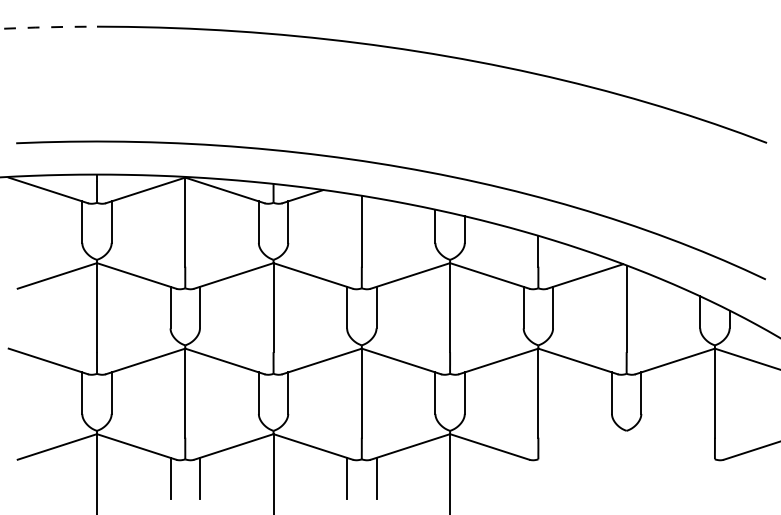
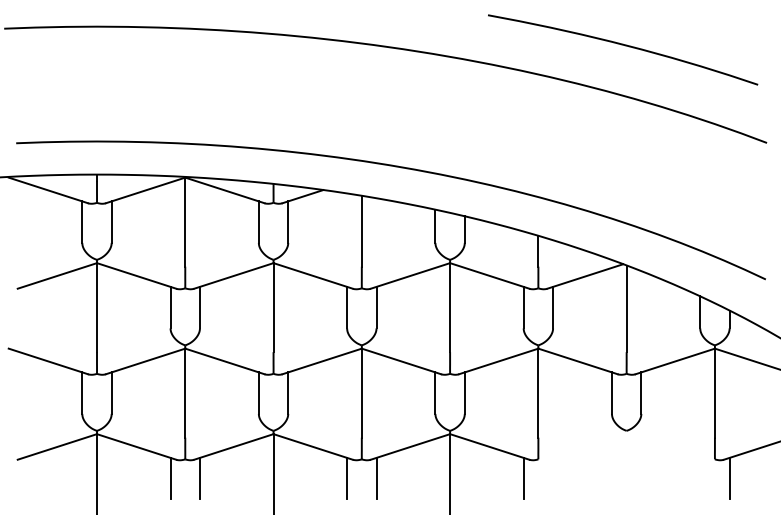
line at (51, 27): dashed -> solid
curve at (625, 46): none -> present
line at (523, 478): none -> present
line at (729, 478): none -> present
